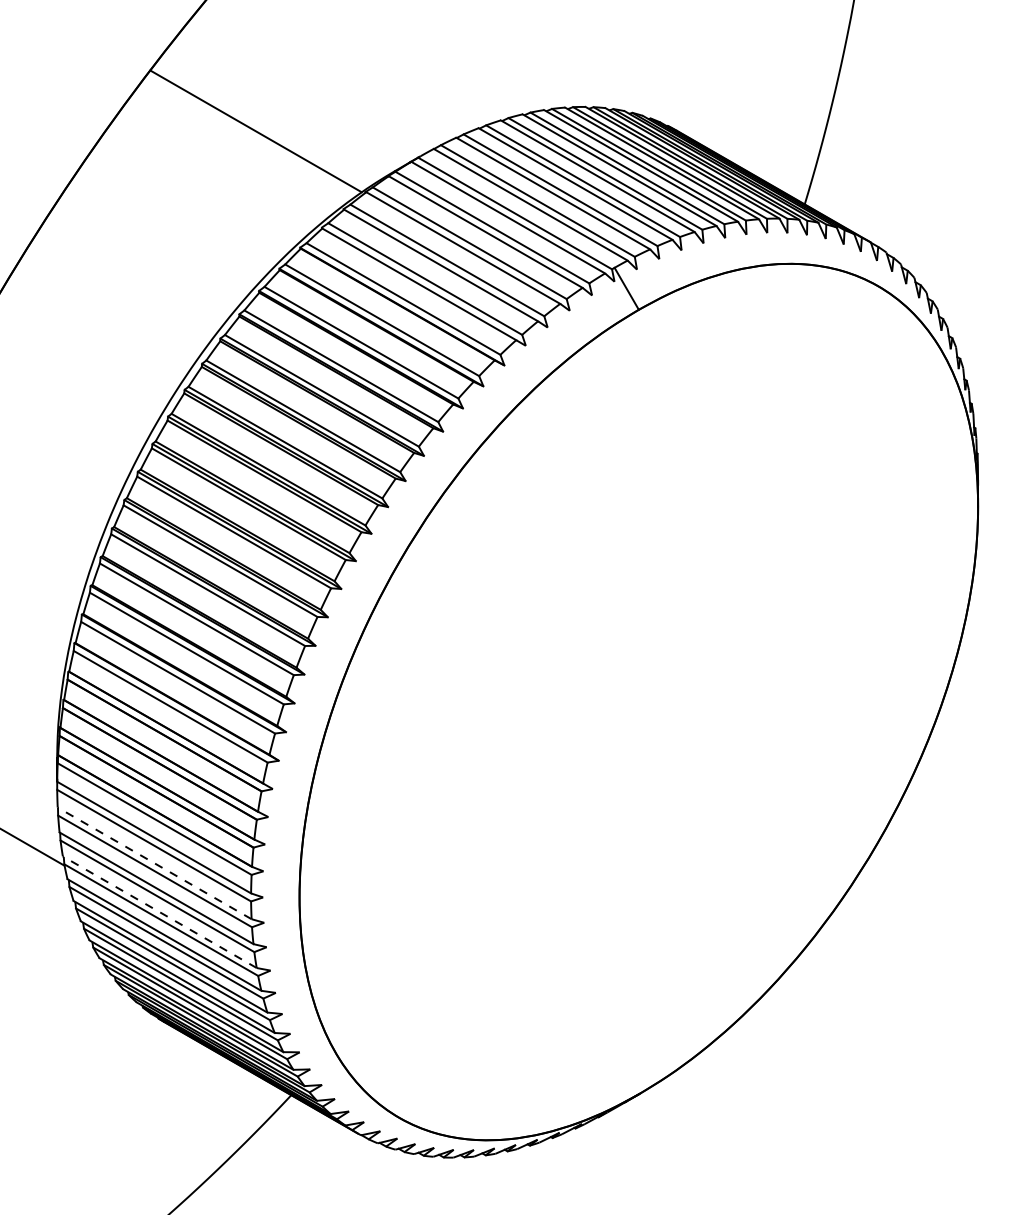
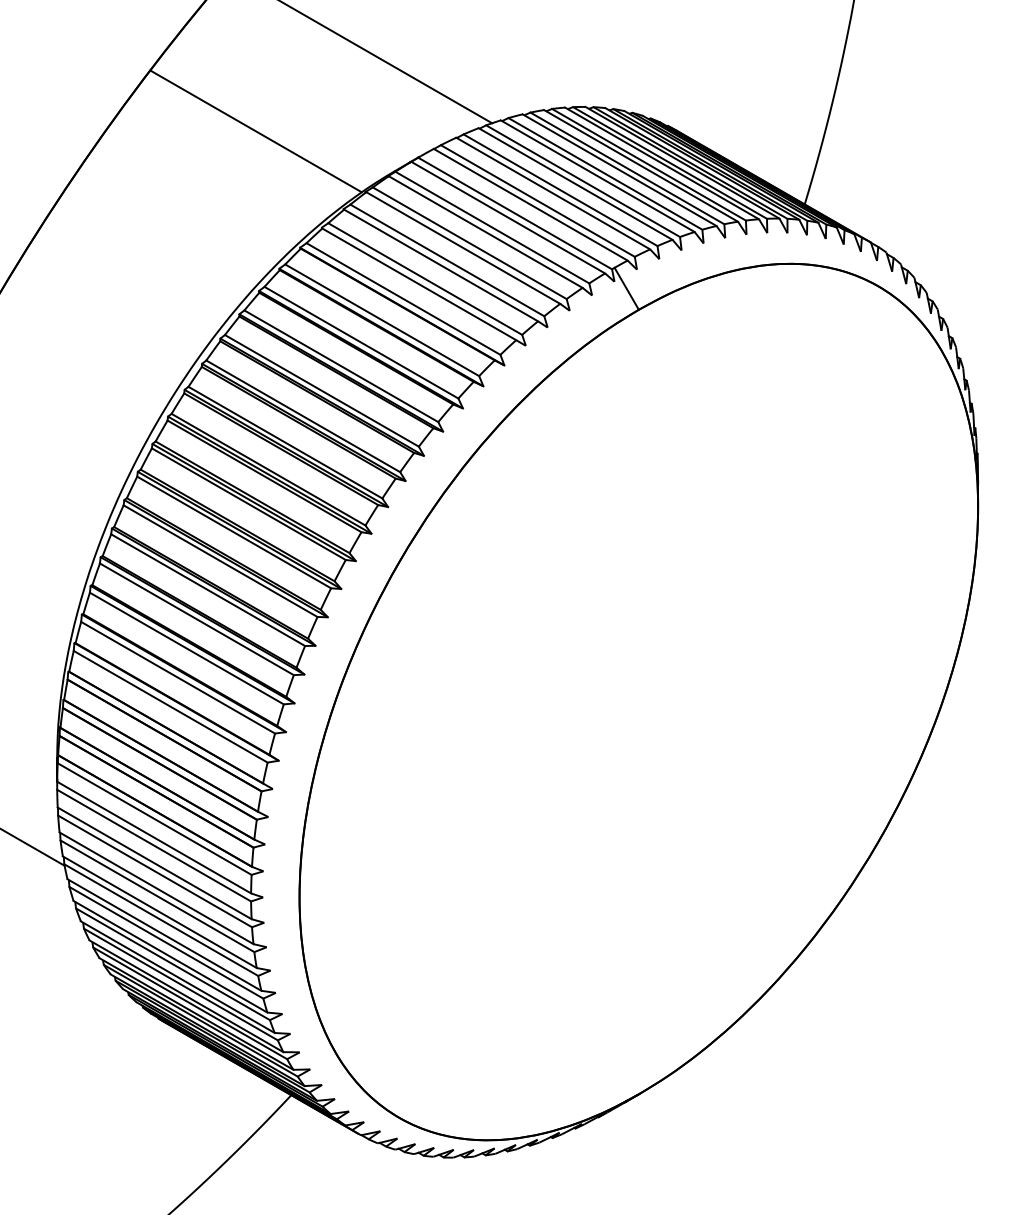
line at (387, 62): none -> present
line at (154, 863): dashed -> solid
line at (159, 912): dashed -> solid
